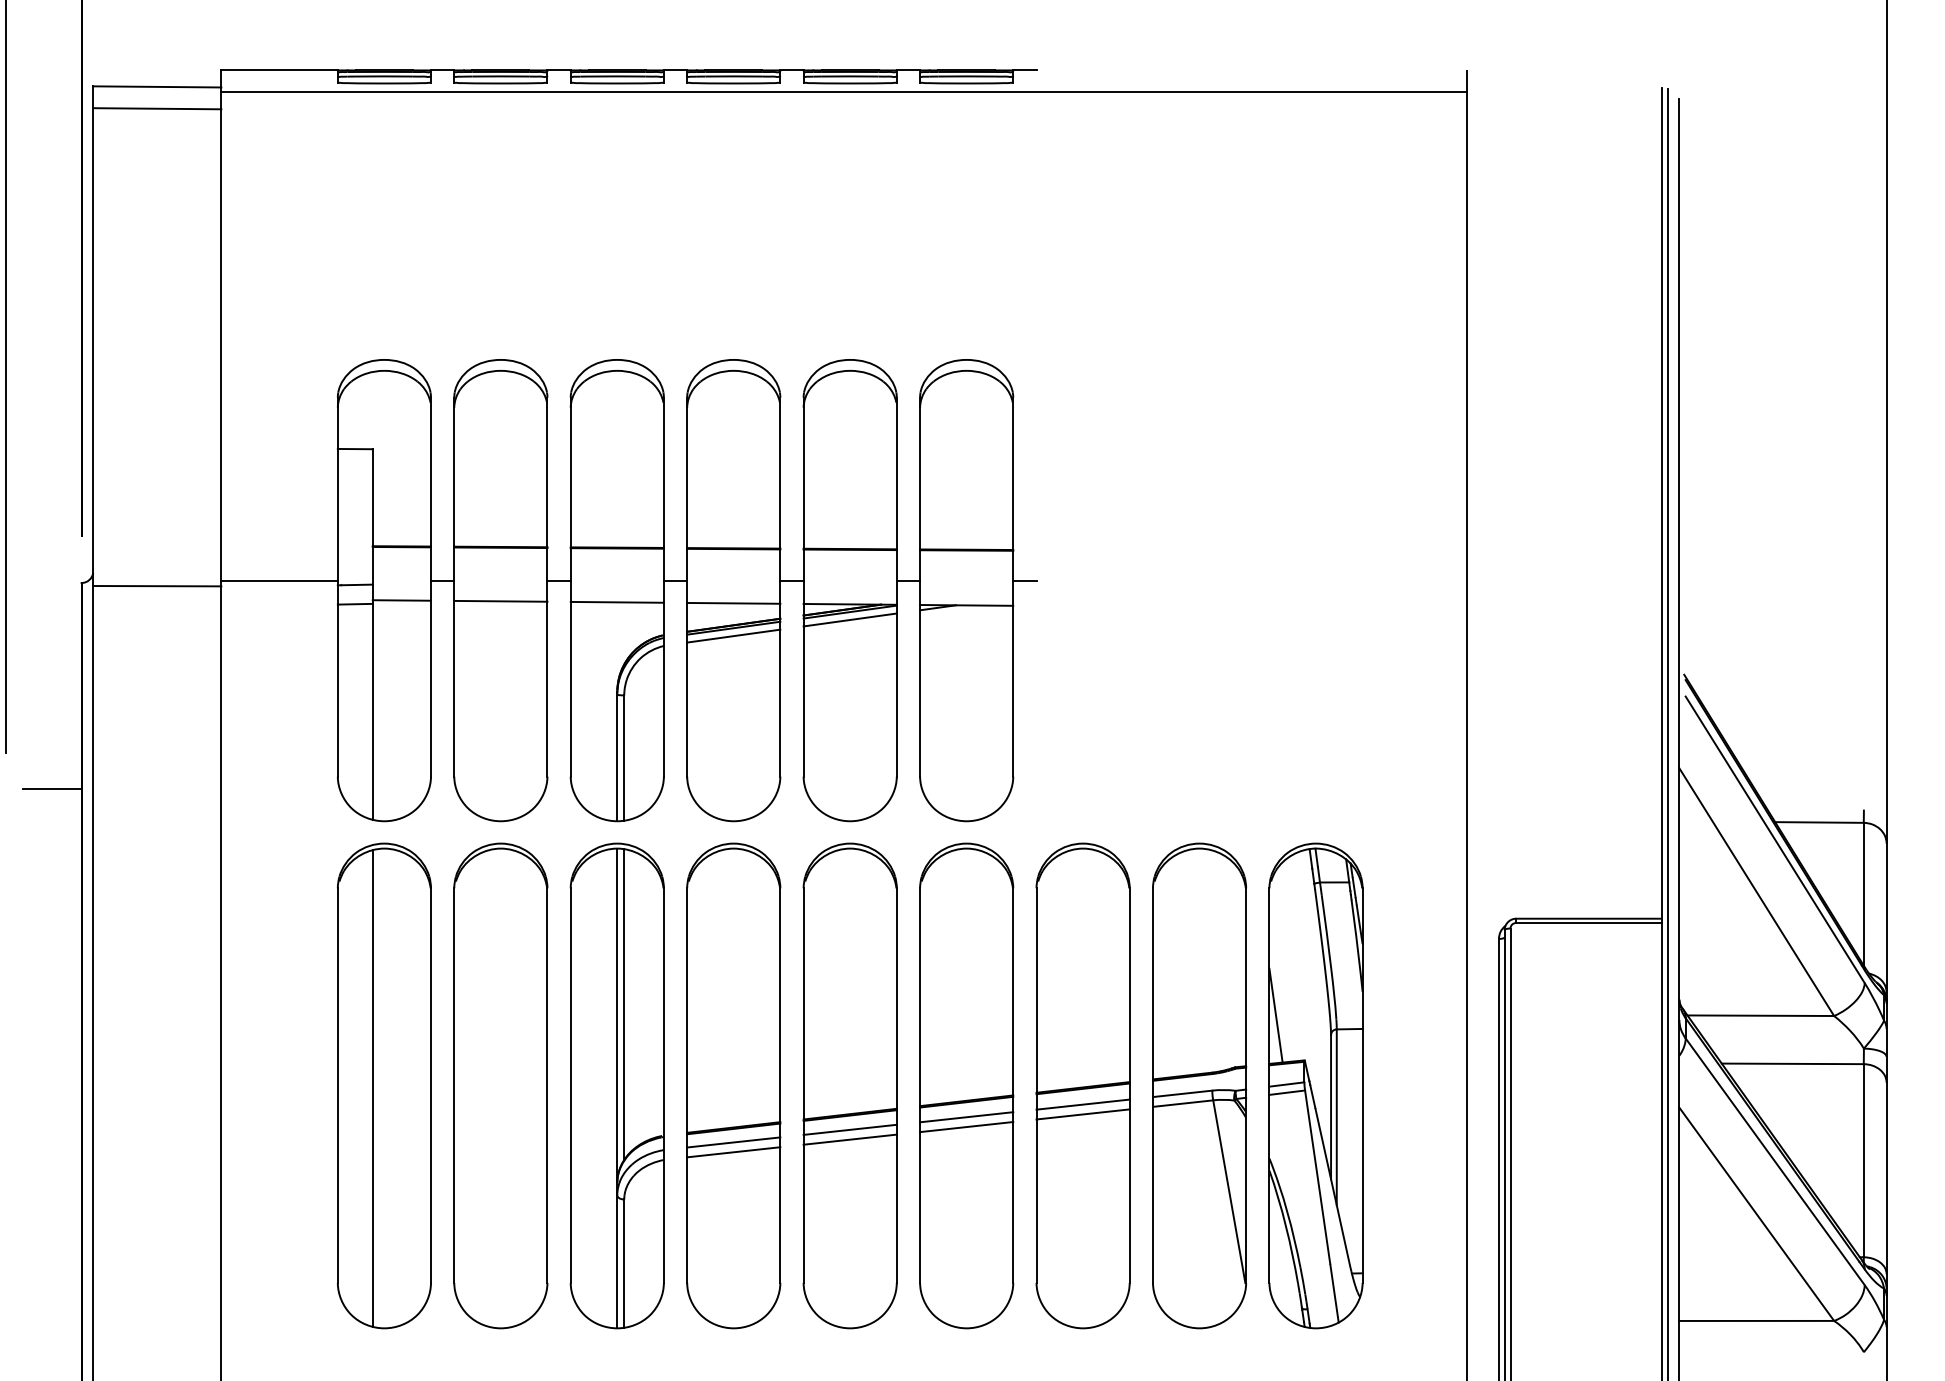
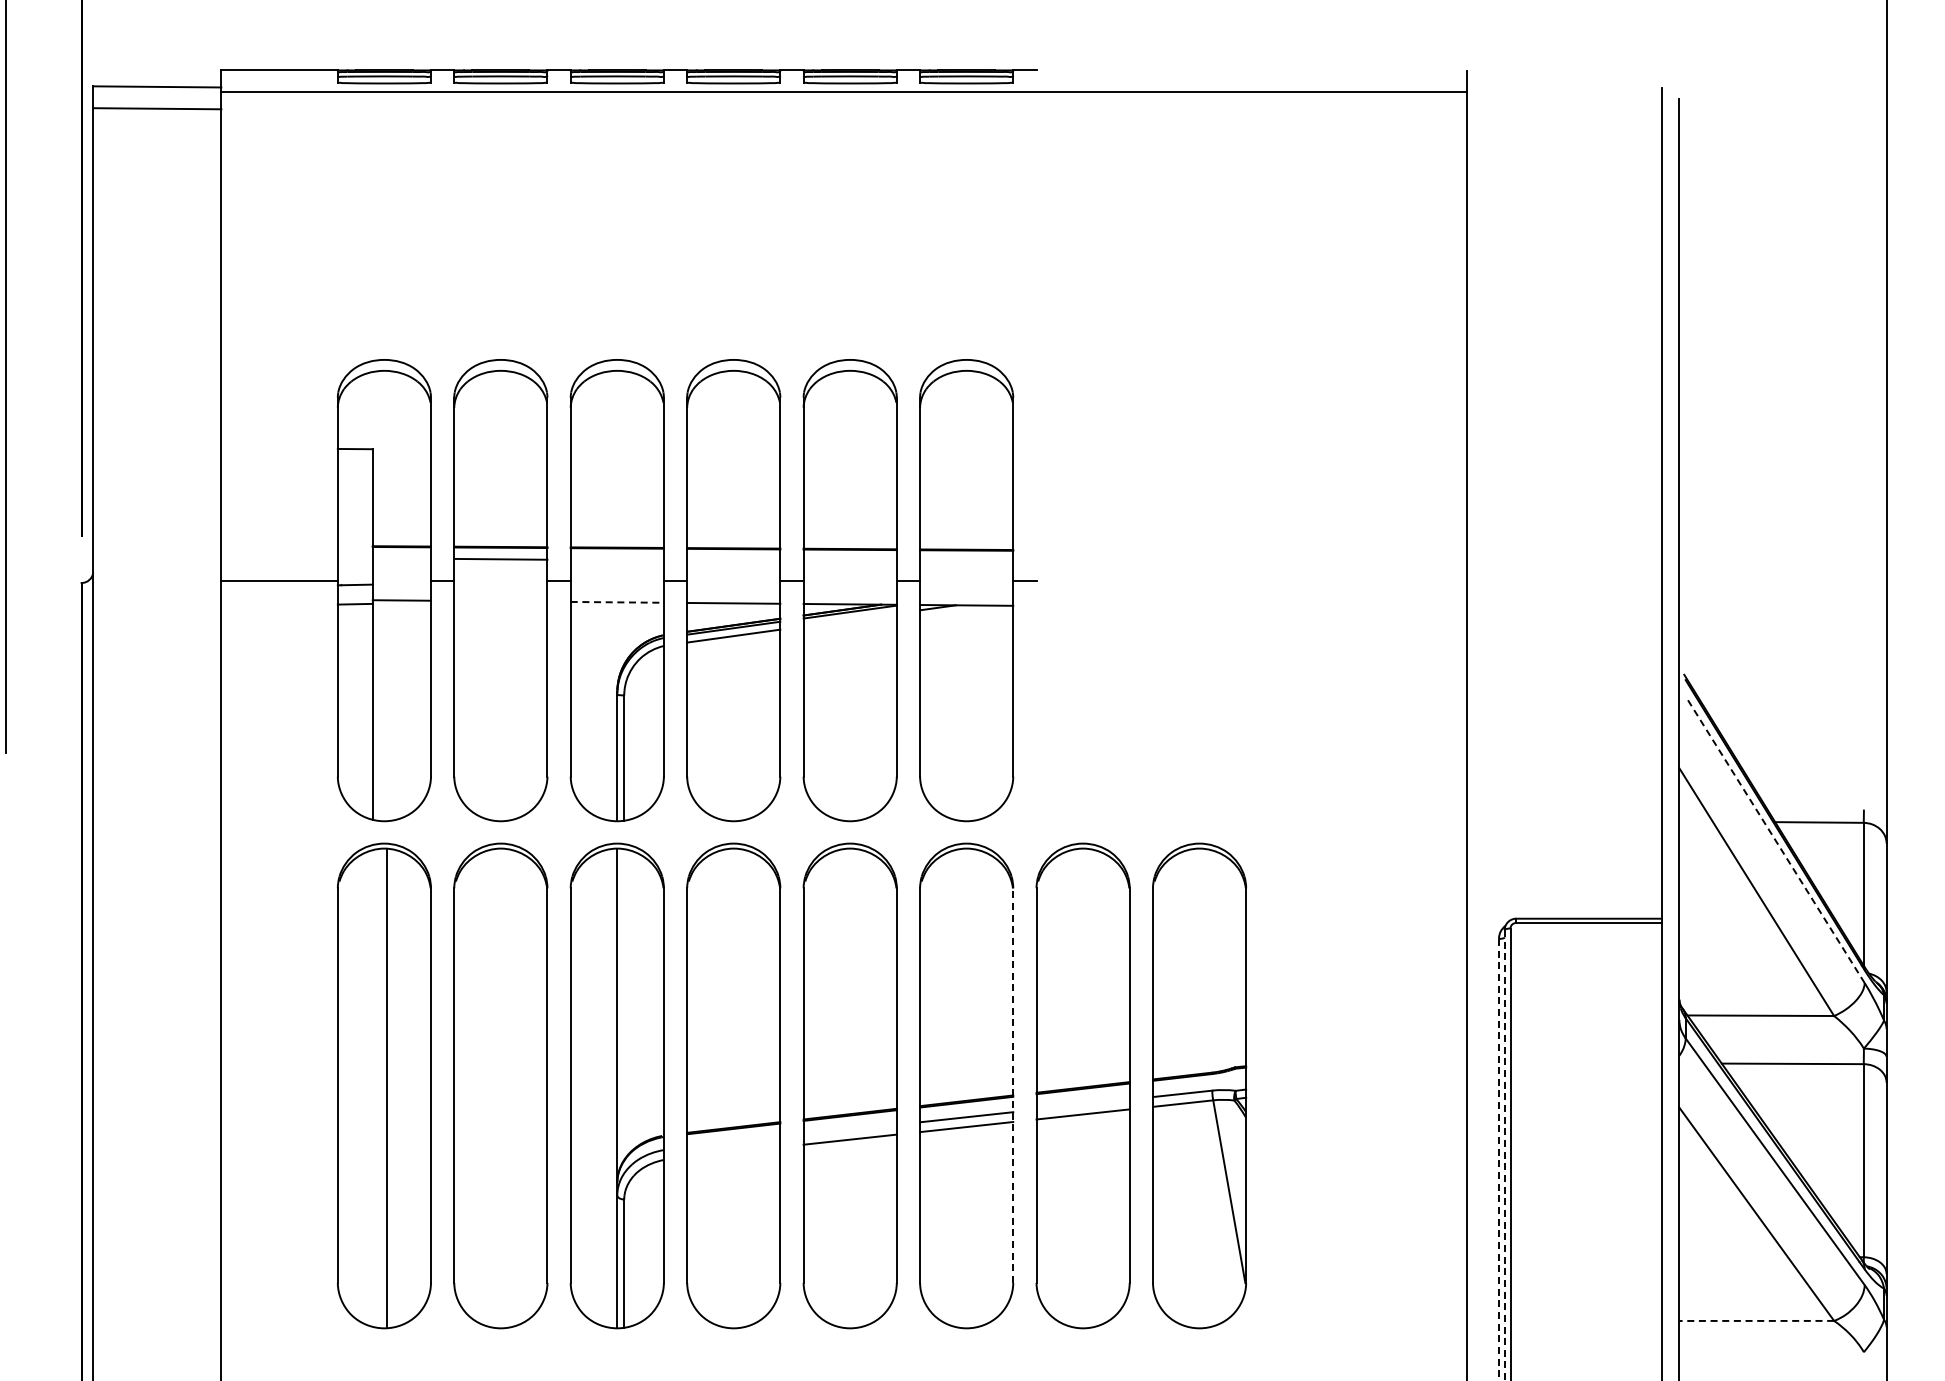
line at (157, 586): present -> none
line at (500, 600) position: (500, 600) -> (500, 558)
line at (617, 602): solid -> dashed
line at (849, 619): present -> none
line at (1667, 732): present -> none
line at (52, 789): present -> none
line at (1775, 839): solid -> dashed
line at (624, 1004): present -> none
line at (1013, 1085): solid -> dashed
part at (1315, 1085): present -> none
line at (372, 1088) position: (372, 1088) -> (386, 1088)
line at (1082, 1104): present -> none
line at (849, 1129): present -> none
line at (733, 1142): present -> none
line at (733, 1152): present -> none
line at (1504, 1155): solid -> dashed
line at (1498, 1159): solid -> dashed
line at (1756, 1320): solid -> dashed
